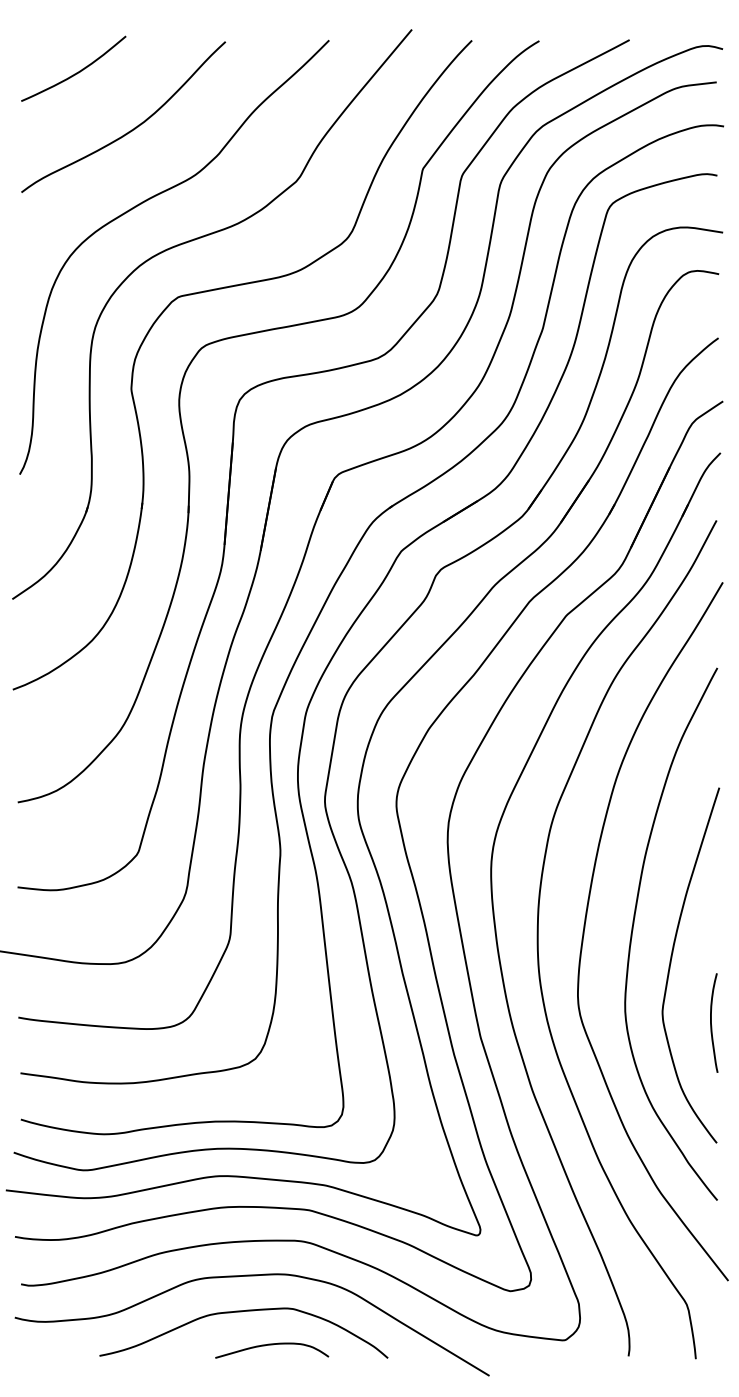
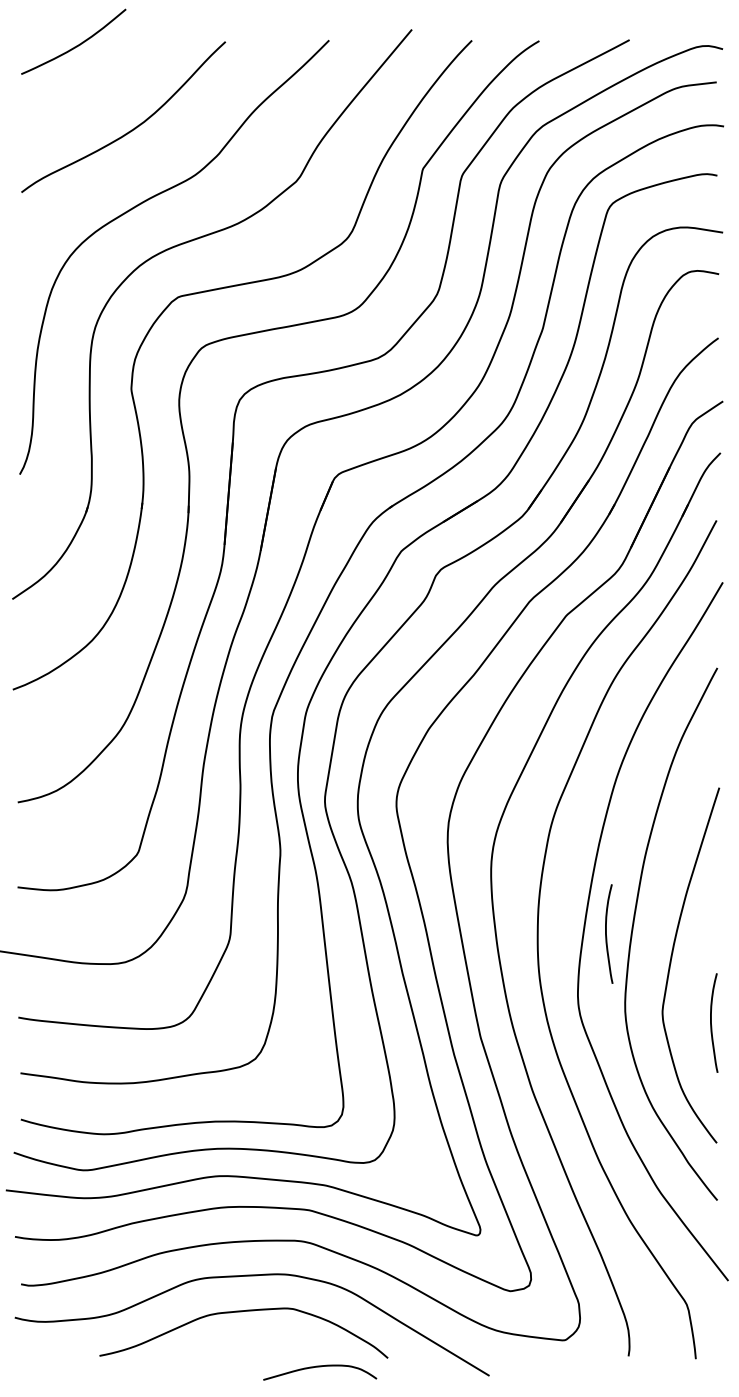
curve at (76, 72) position: (76, 72) -> (76, 45)
curve at (606, 933): none -> present
curve at (272, 1345) position: (272, 1345) -> (320, 1367)
